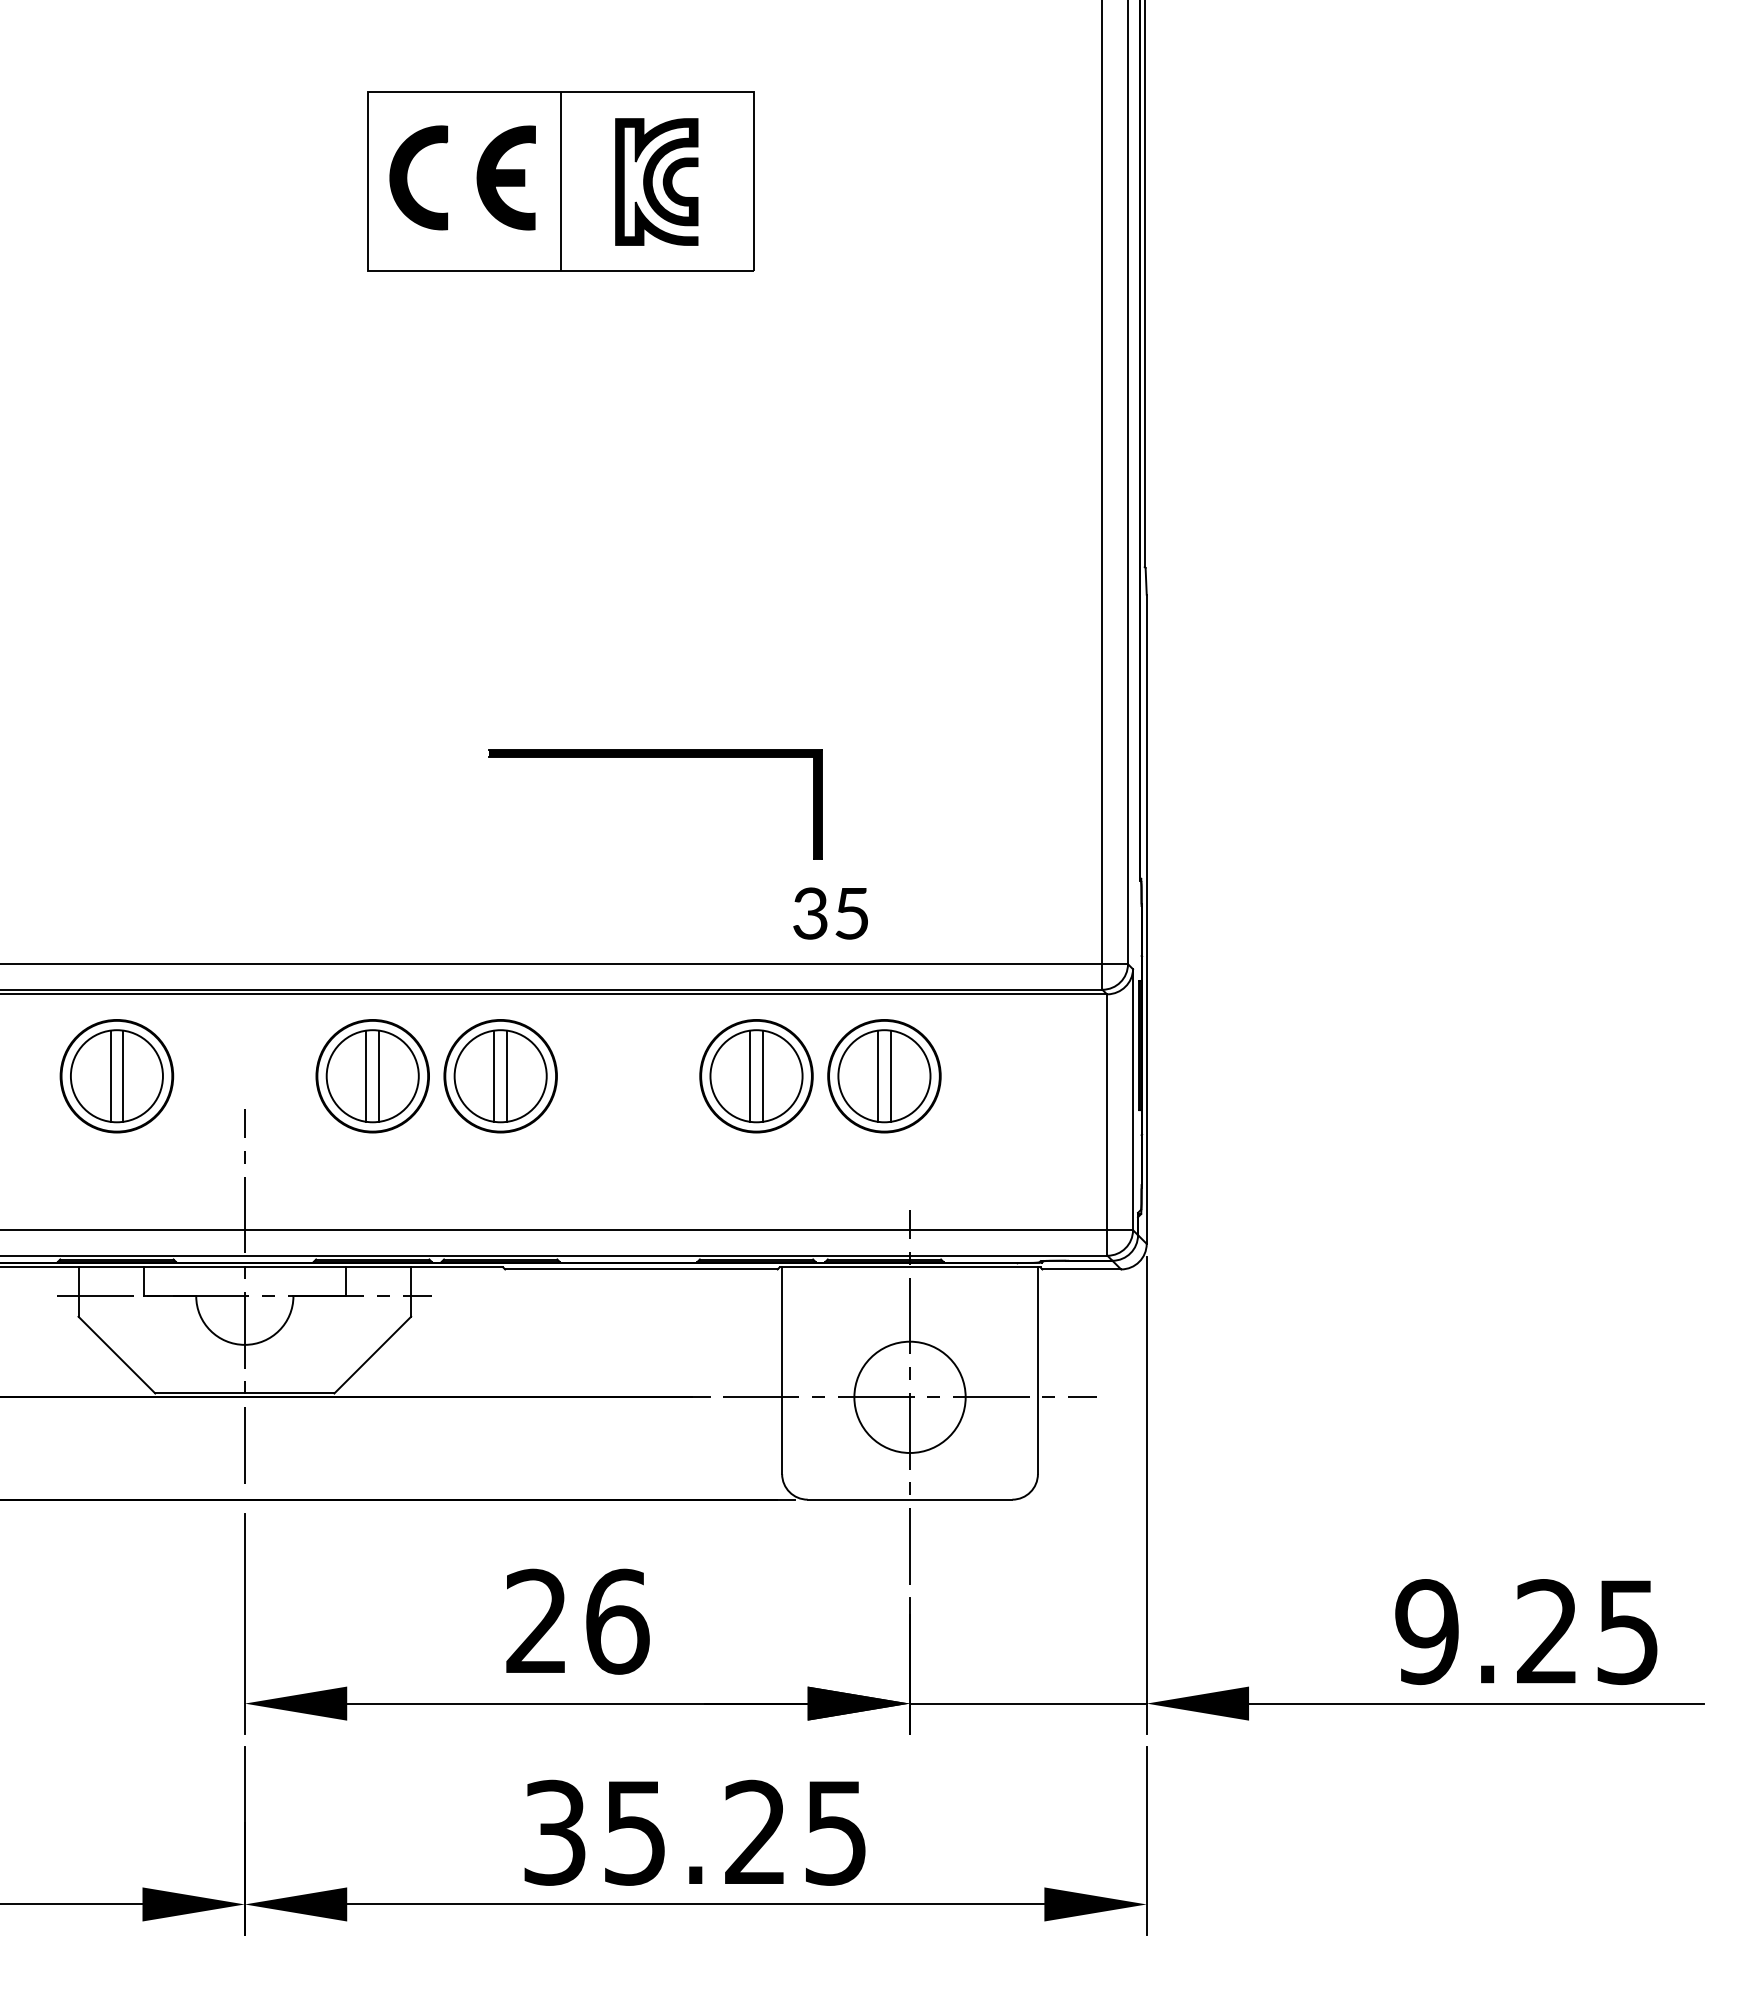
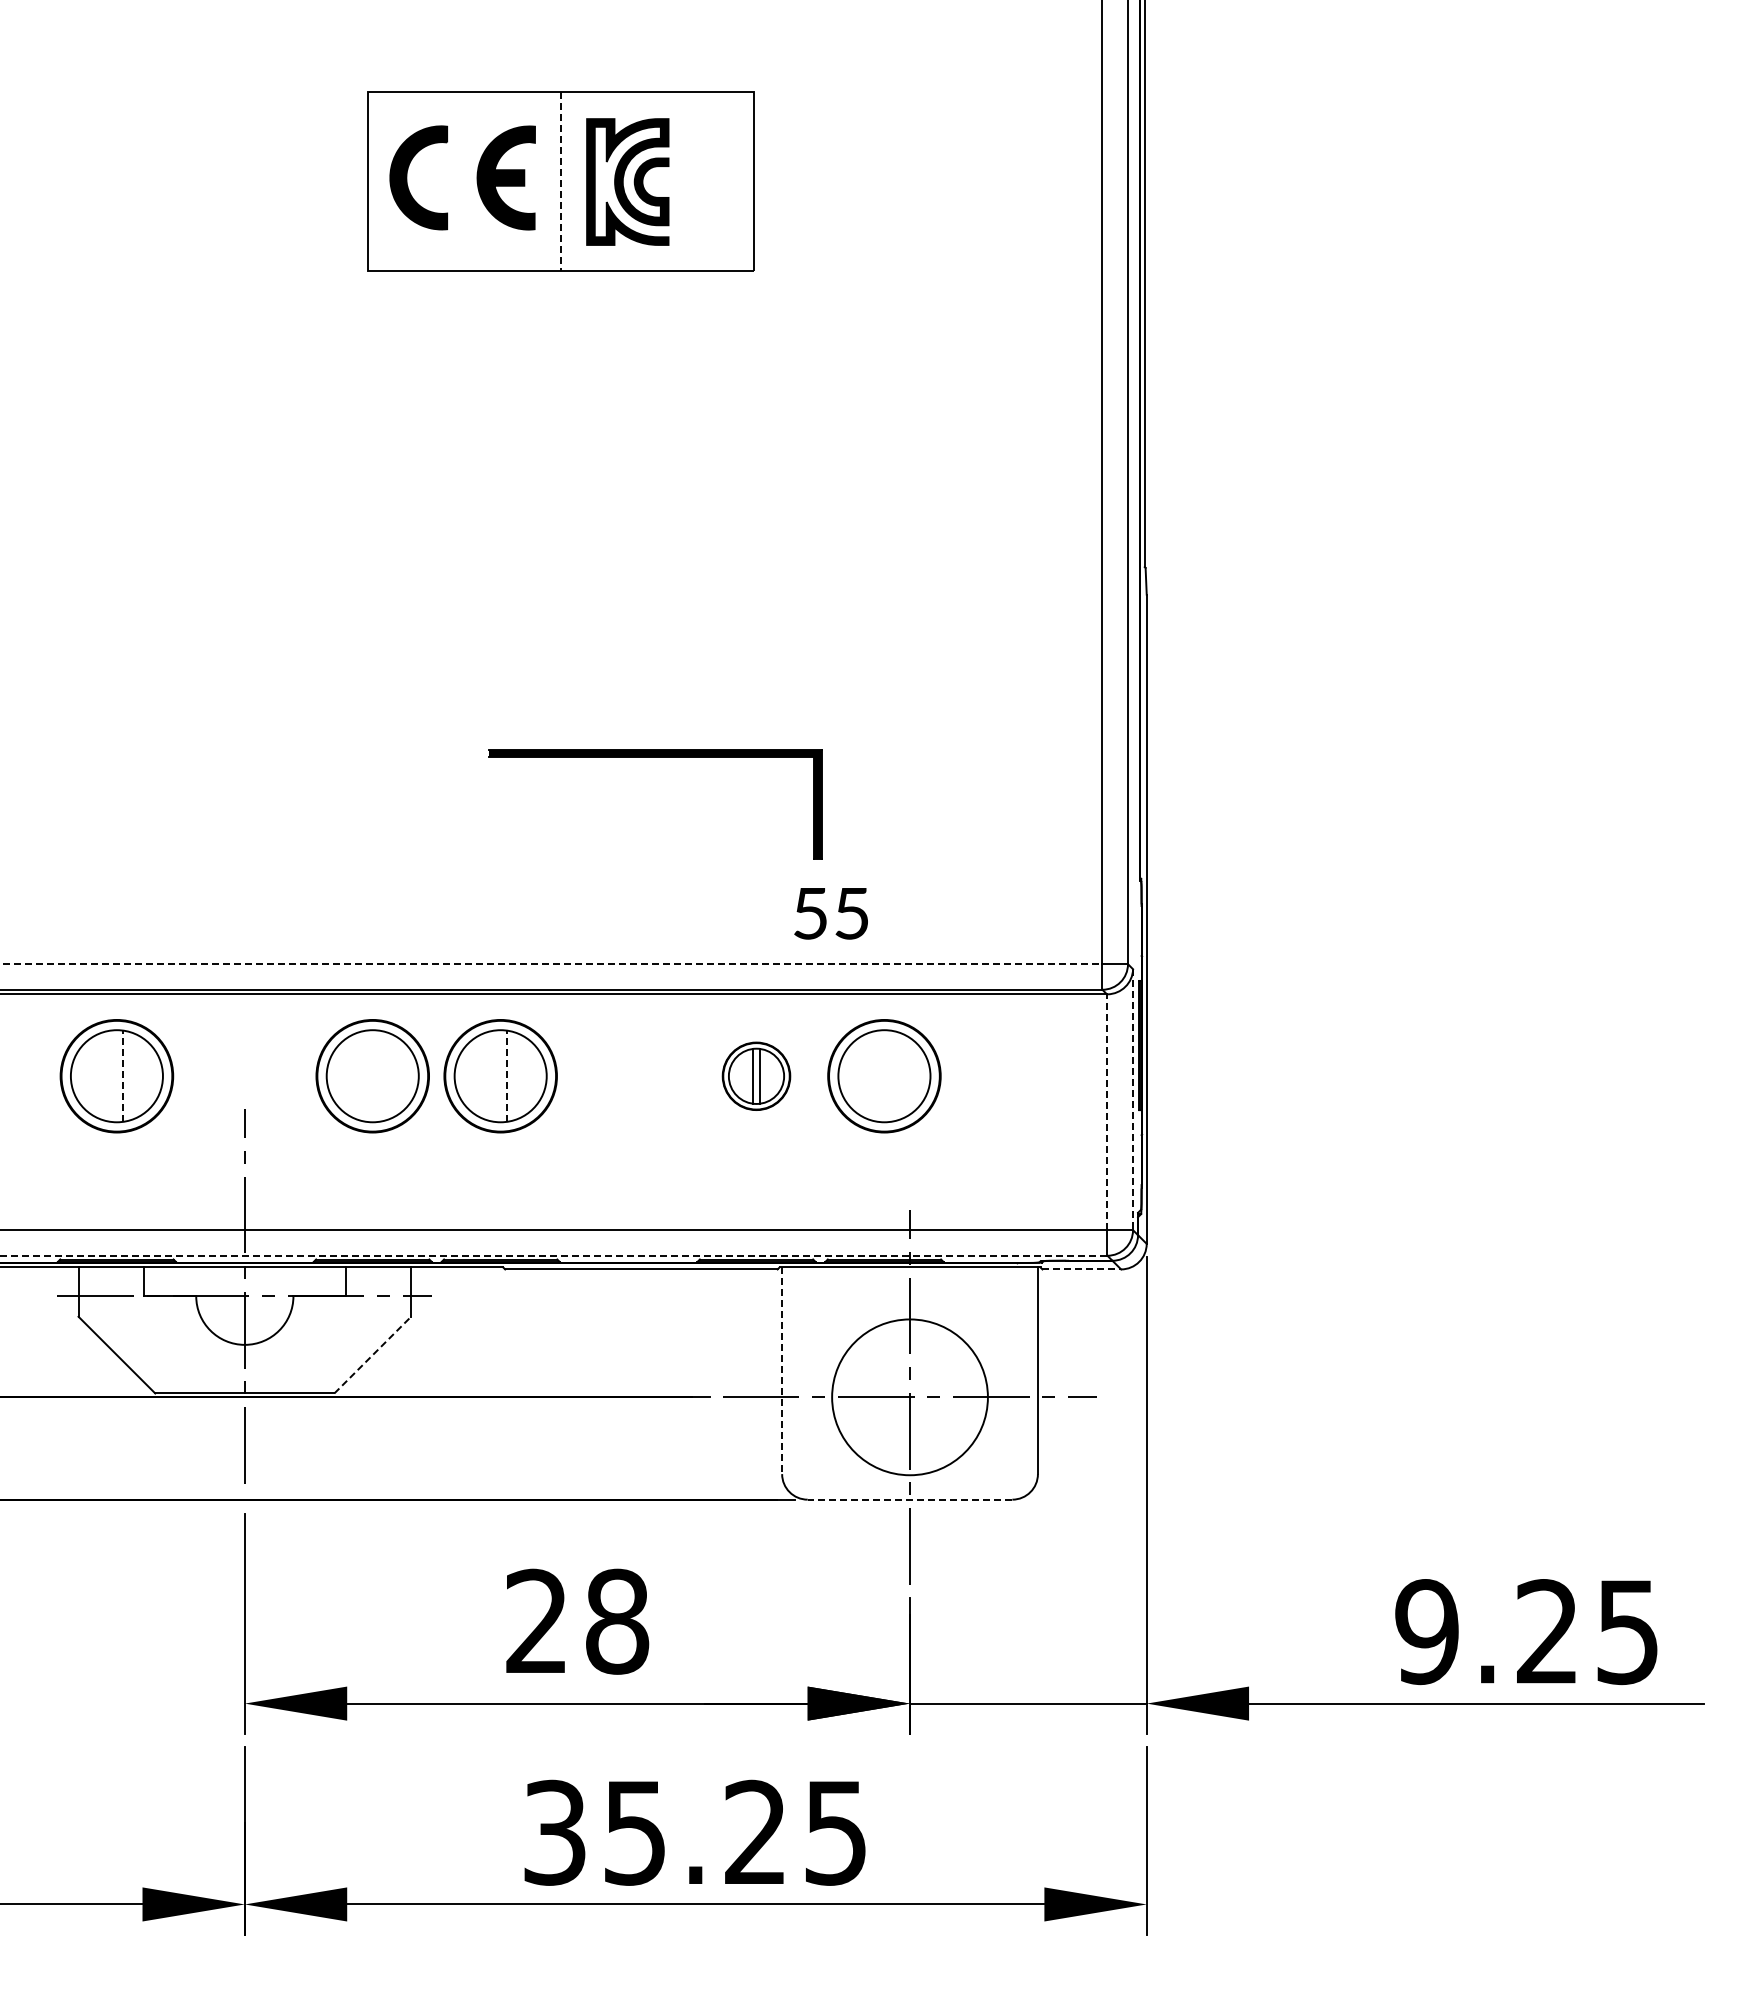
part at (656, 181) position: (656, 181) -> (627, 181)
line at (560, 182): solid -> dashed
text at (810, 913): 35 -> 55
line at (551, 964): solid -> dashed
line at (110, 1075): present -> none
line at (366, 1075): present -> none
line at (379, 1075): present -> none
line at (494, 1075): present -> none
line at (878, 1075): present -> none
line at (890, 1075): present -> none
line at (123, 1076): solid -> dashed
line at (507, 1076): solid -> dashed
part at (756, 1076) size: 115x115 px -> 71x70 px
line at (1133, 1100): solid -> dashed
line at (1107, 1112): solid -> dashed
line at (553, 1255): solid -> dashed
line at (1082, 1269): solid -> dashed
line at (373, 1354): solid -> dashed
line at (782, 1371): solid -> dashed
circle at (909, 1396) diameter: 111 px -> 156 px
line at (909, 1499): solid -> dashed
text at (617, 1621): 26 -> 28
